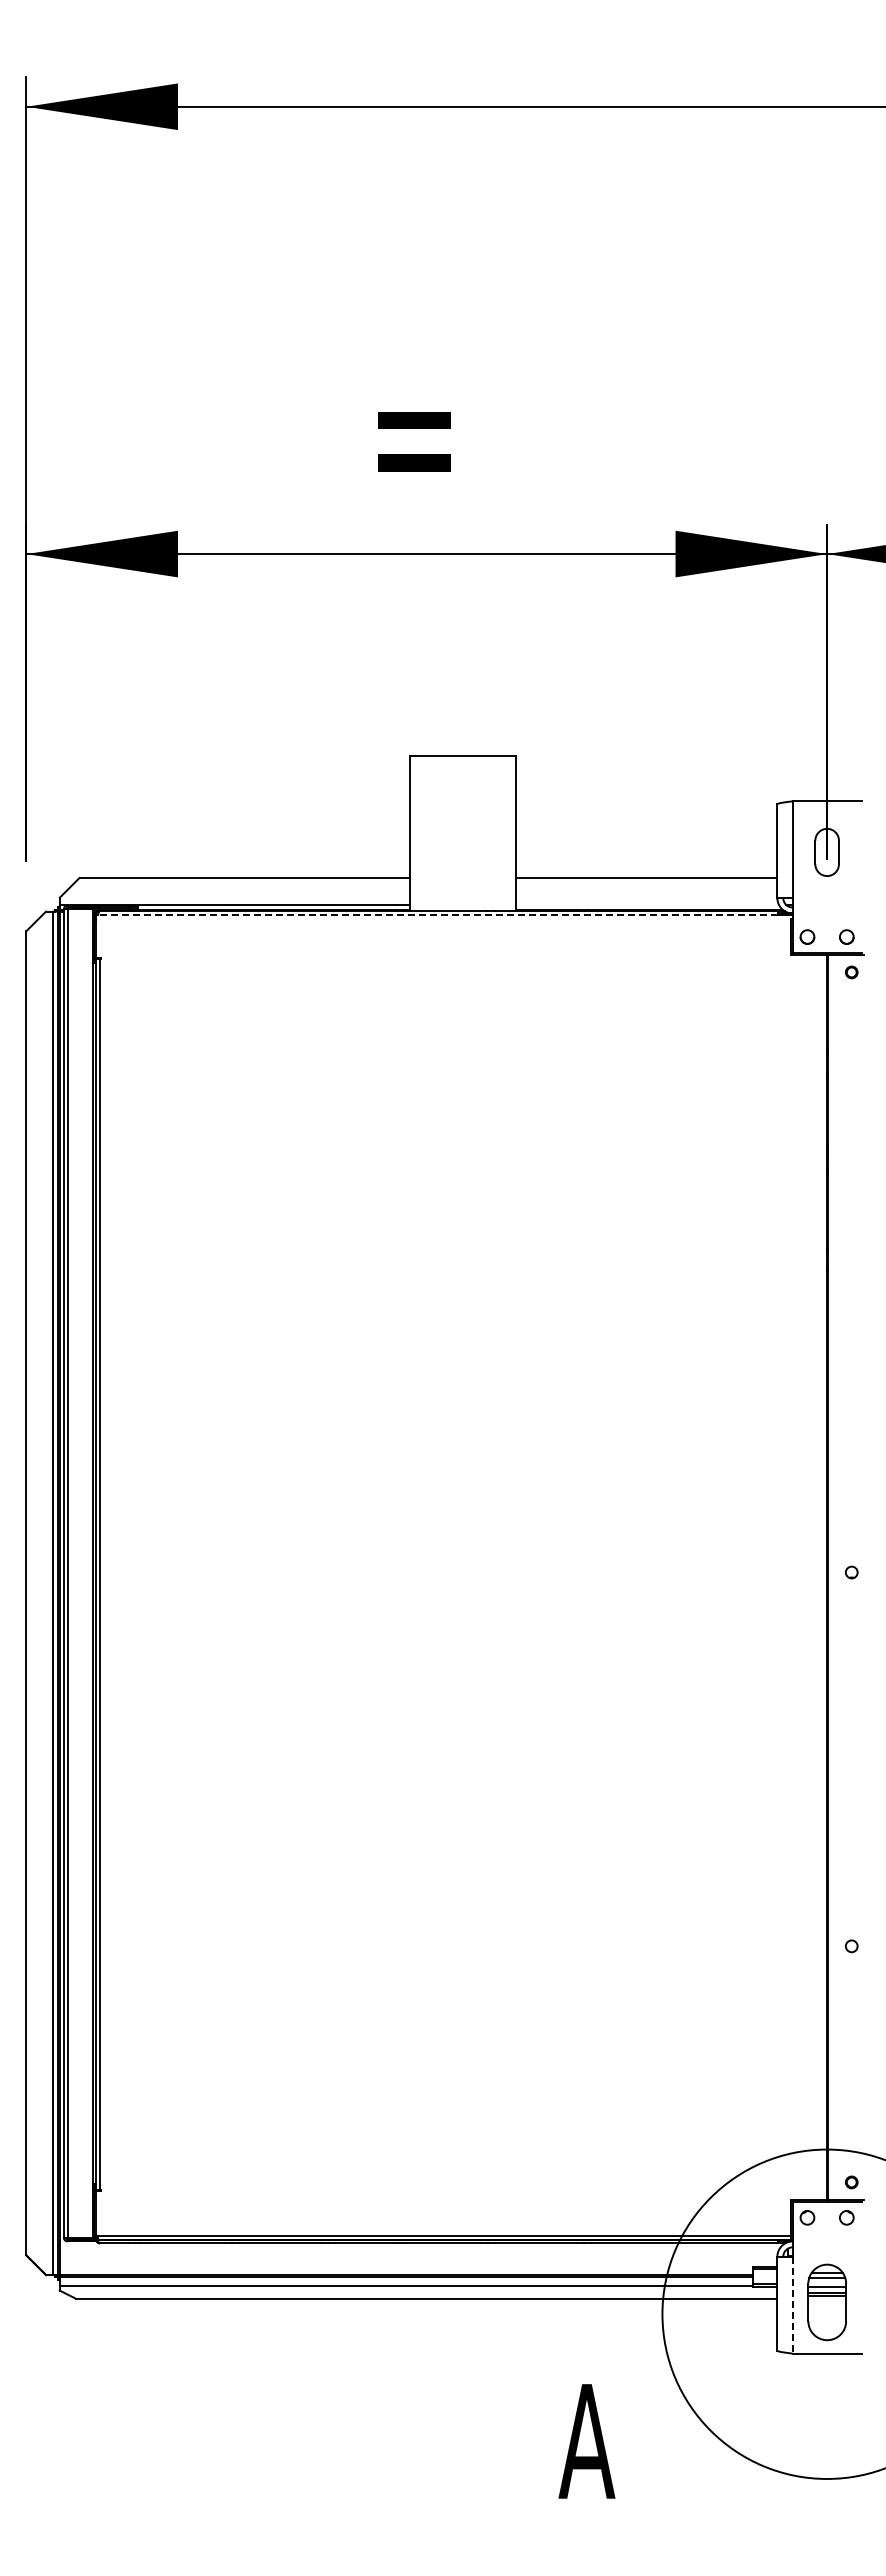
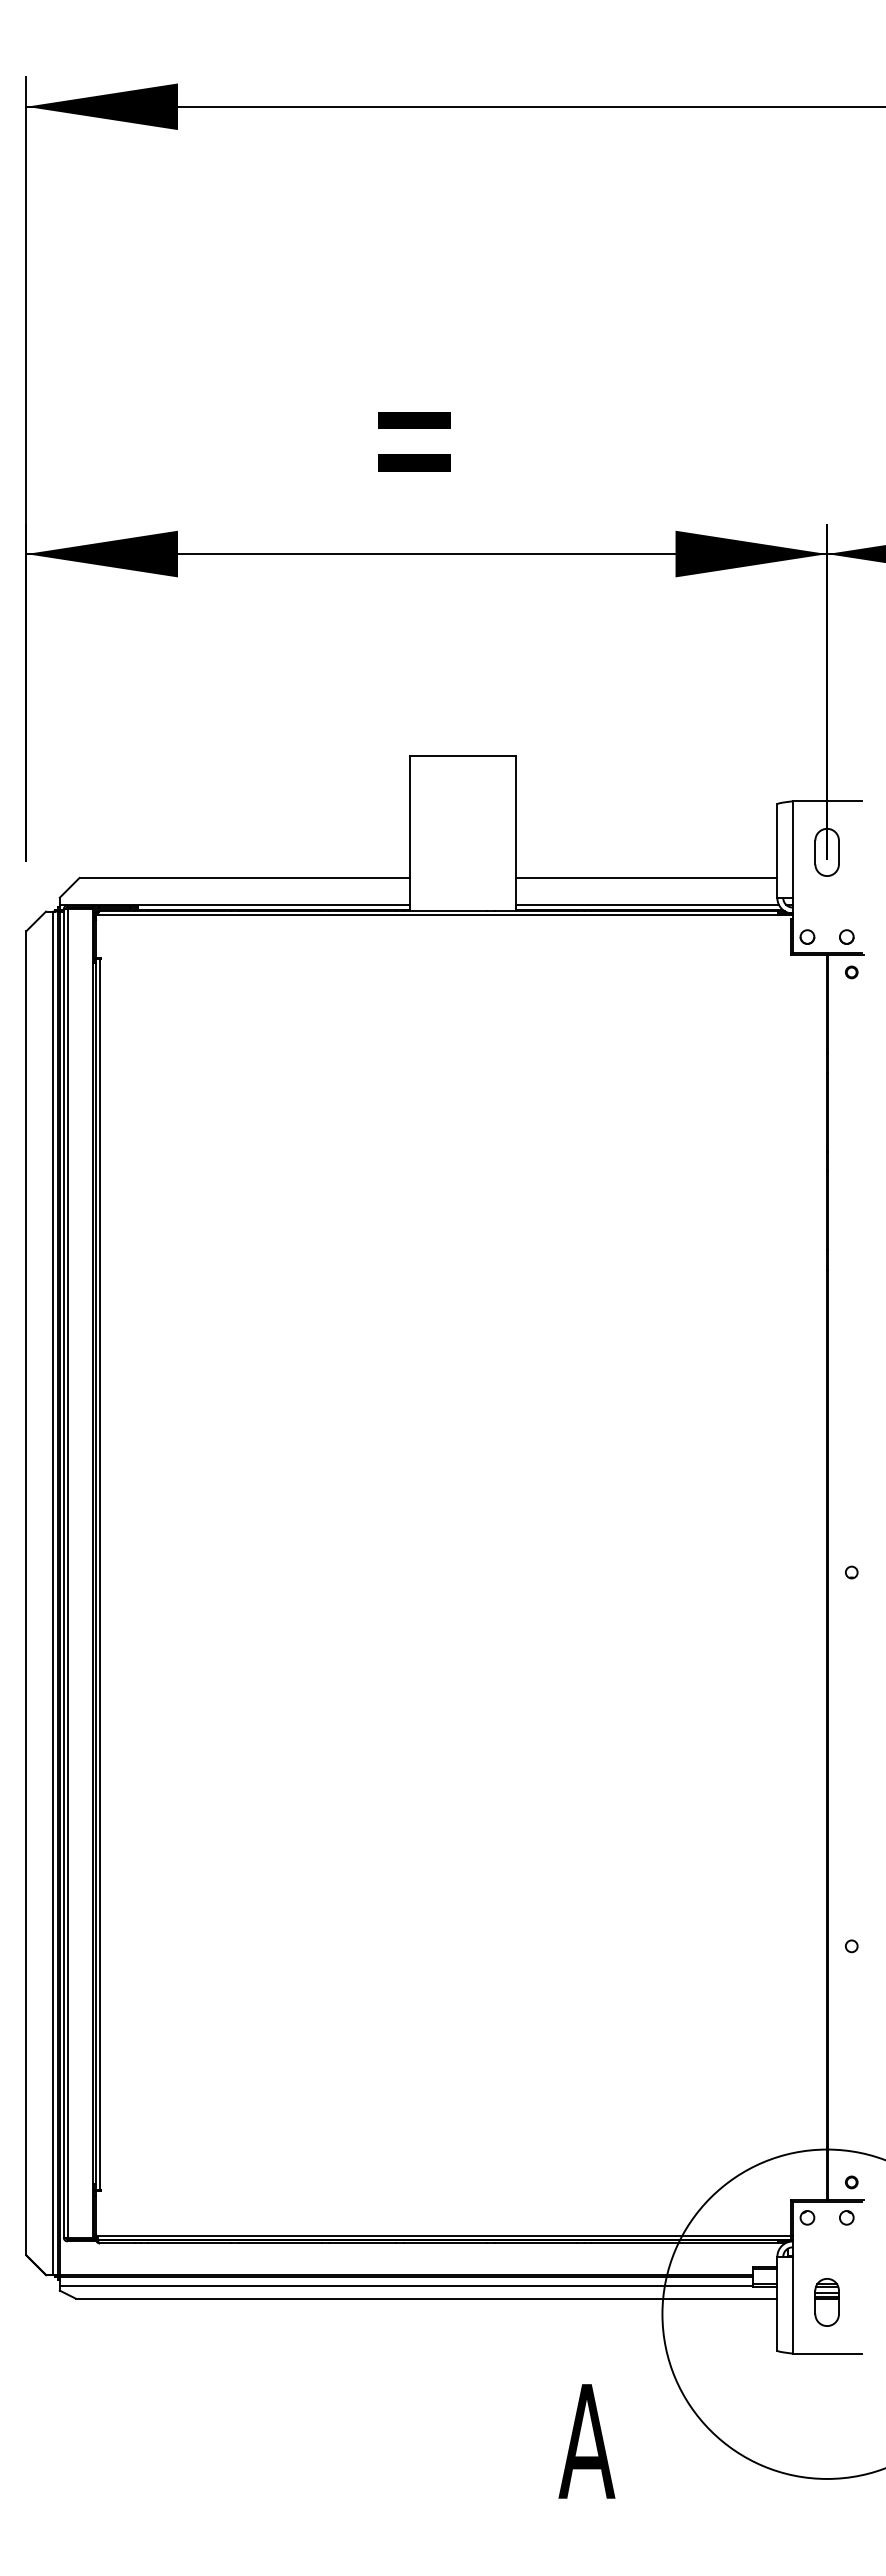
line at (647, 904): none -> present
line at (438, 915): dashed -> solid
part at (826, 2302) size: 40x79 px -> 26x49 px
line at (792, 2305): dashed -> solid
